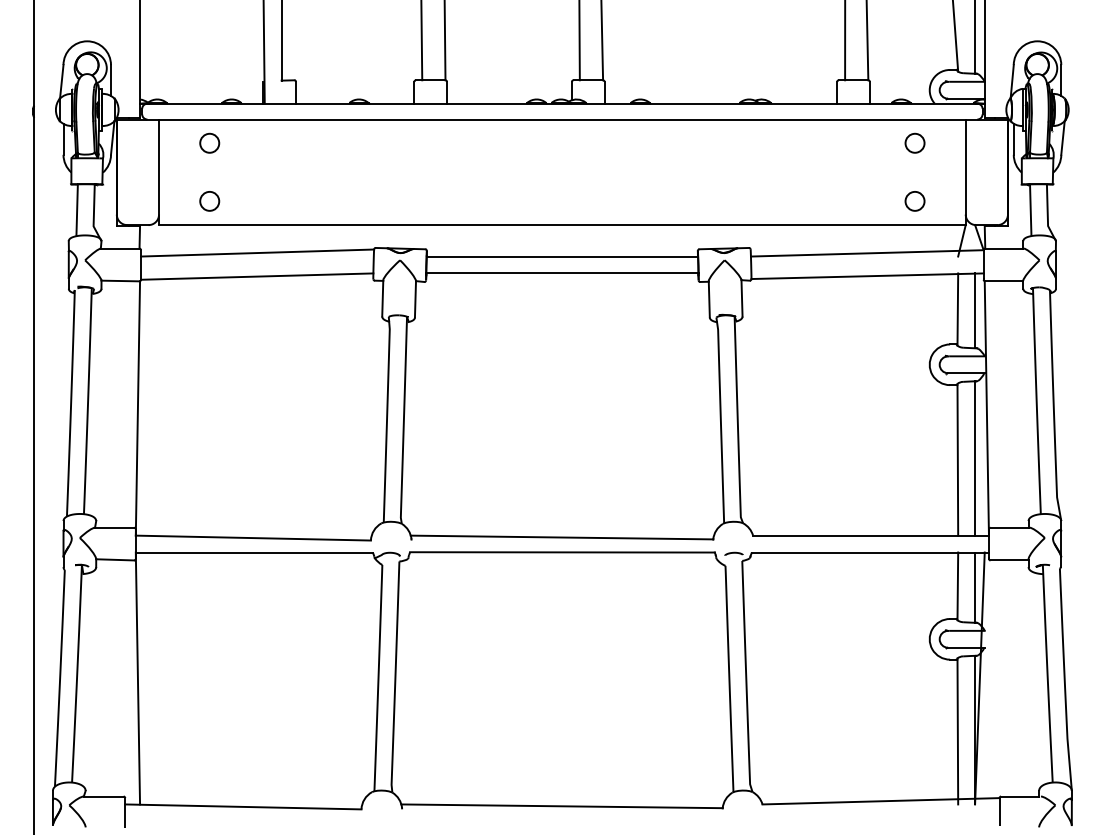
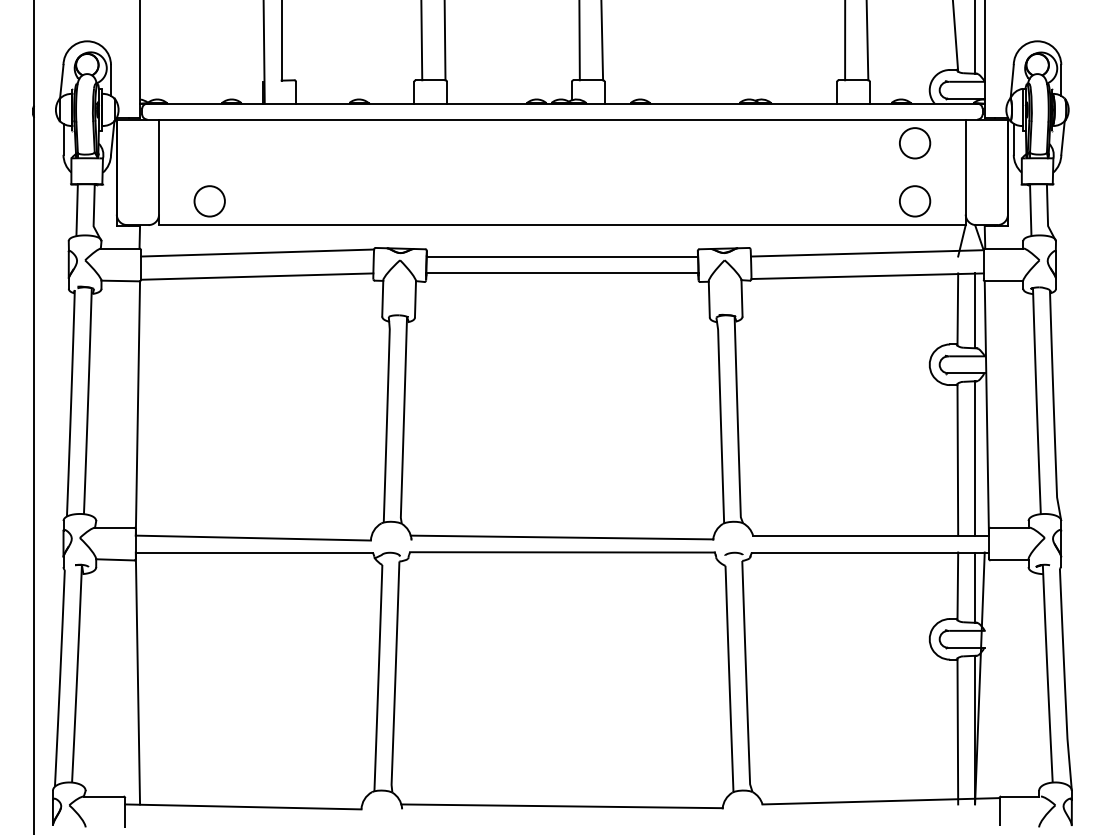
circle at (209, 142): present -> none
circle at (914, 142) diameter: 19 px -> 30 px
circle at (209, 200) diameter: 19 px -> 30 px
circle at (914, 200) diameter: 19 px -> 30 px
